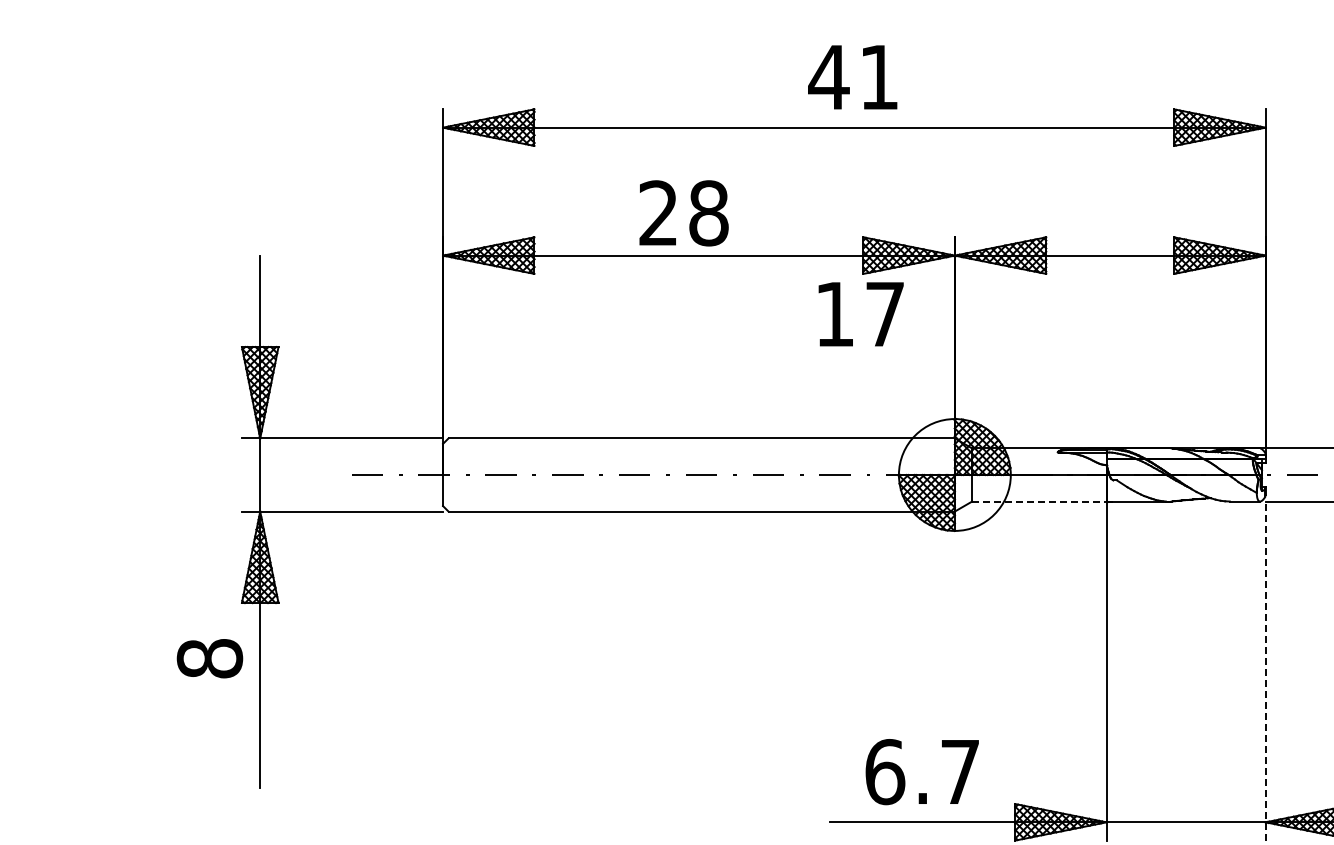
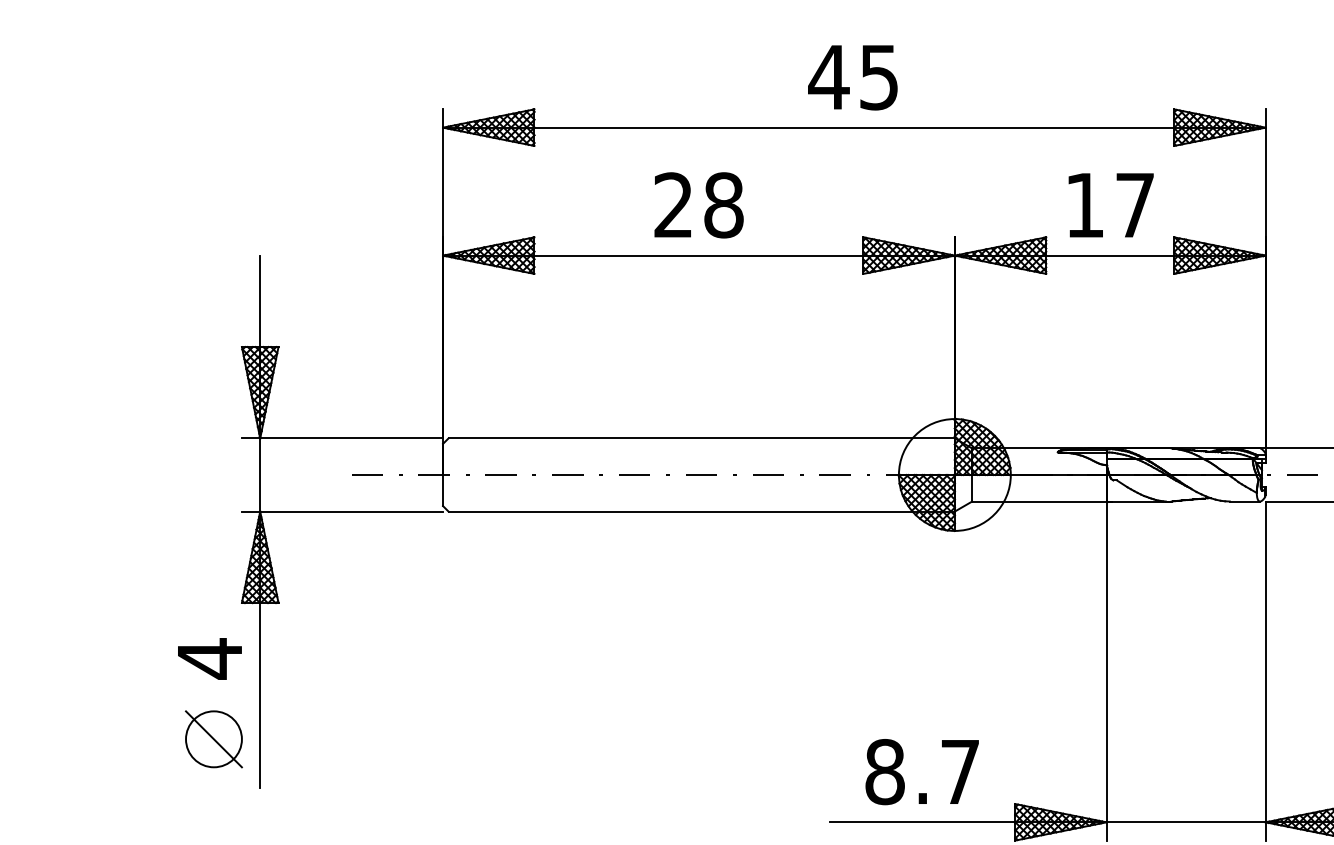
text at (878, 77): 41 -> 45
text at (683, 213) position: (683, 213) -> (698, 205)
text at (860, 314) position: (860, 314) -> (1110, 205)
line at (1039, 501): dashed -> solid
text at (209, 658): 8 -> 4
line at (1265, 671): dashed -> solid
part at (213, 739): none -> present
text at (885, 772): 6.7 -> 8.7
